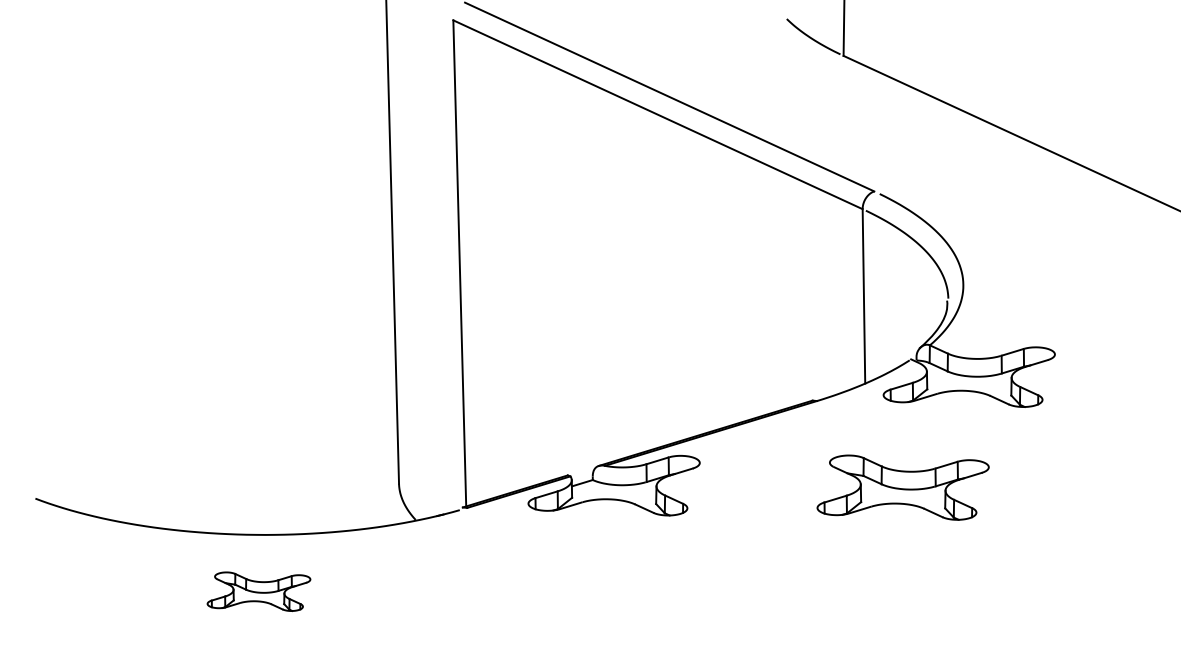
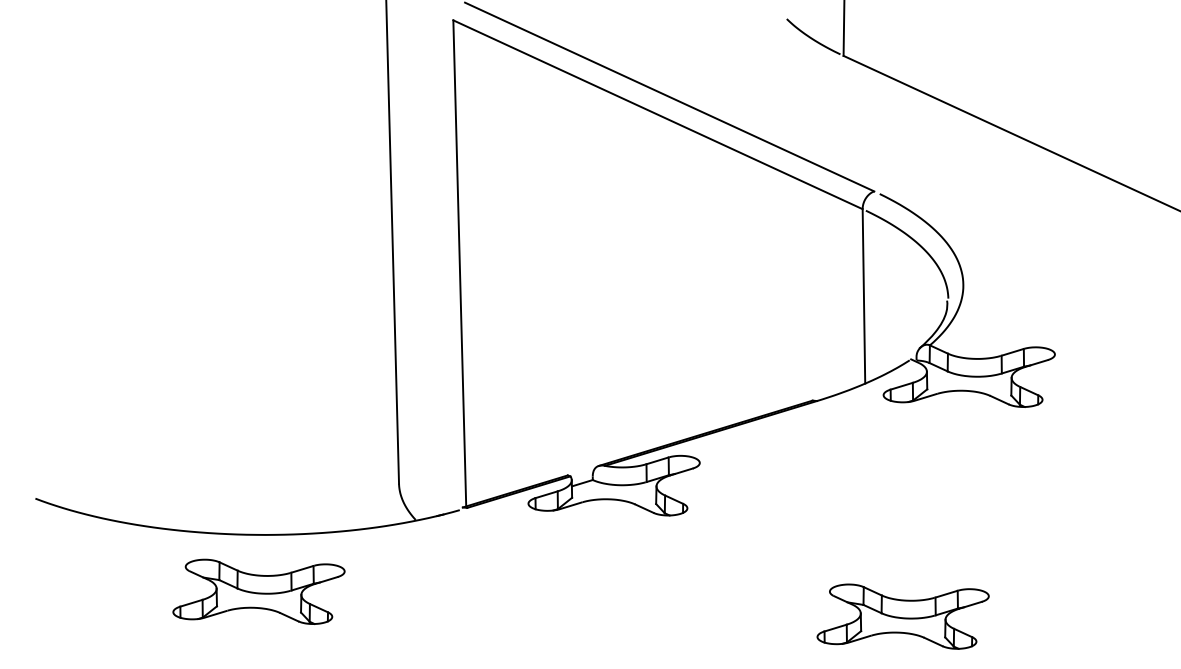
part at (902, 487) position: (902, 487) -> (902, 616)
part at (258, 591) size: 106x41 px -> 174x67 px
